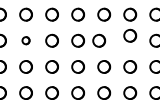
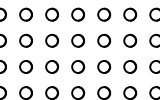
part at (130, 35) position: (130, 35) -> (130, 40)
part at (25, 40) size: 10x10 px -> 14x15 px
part at (99, 40) position: (99, 40) -> (104, 40)
